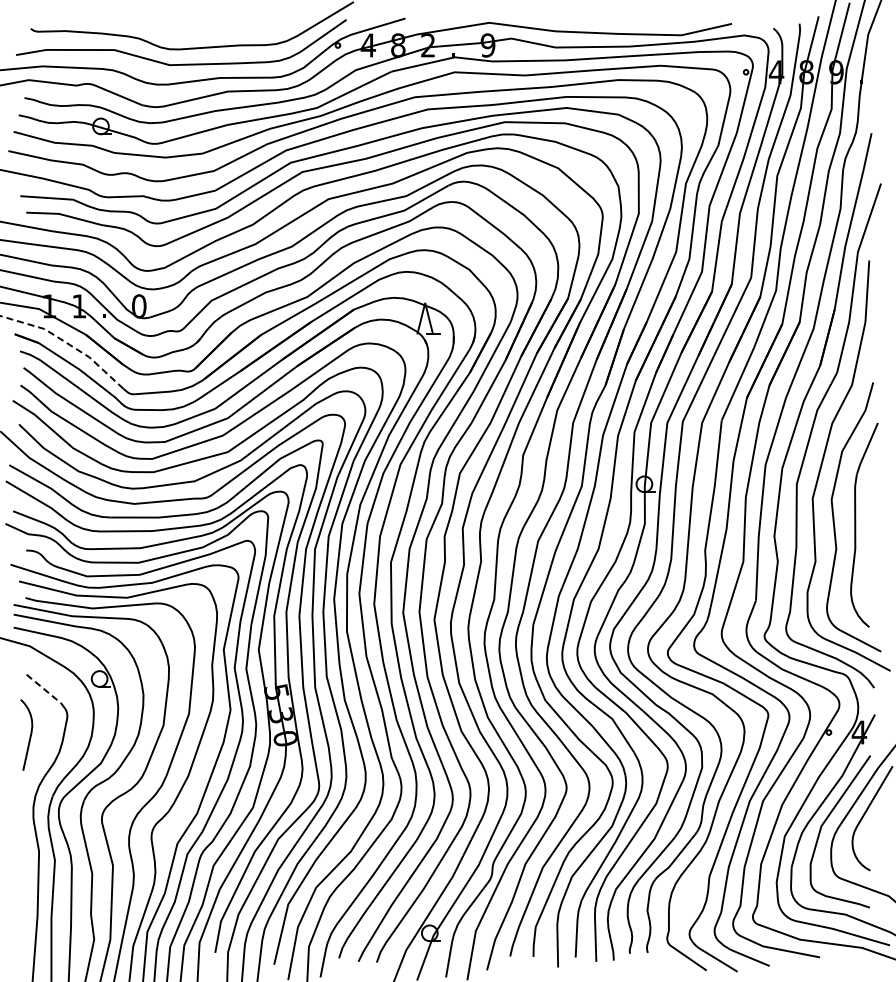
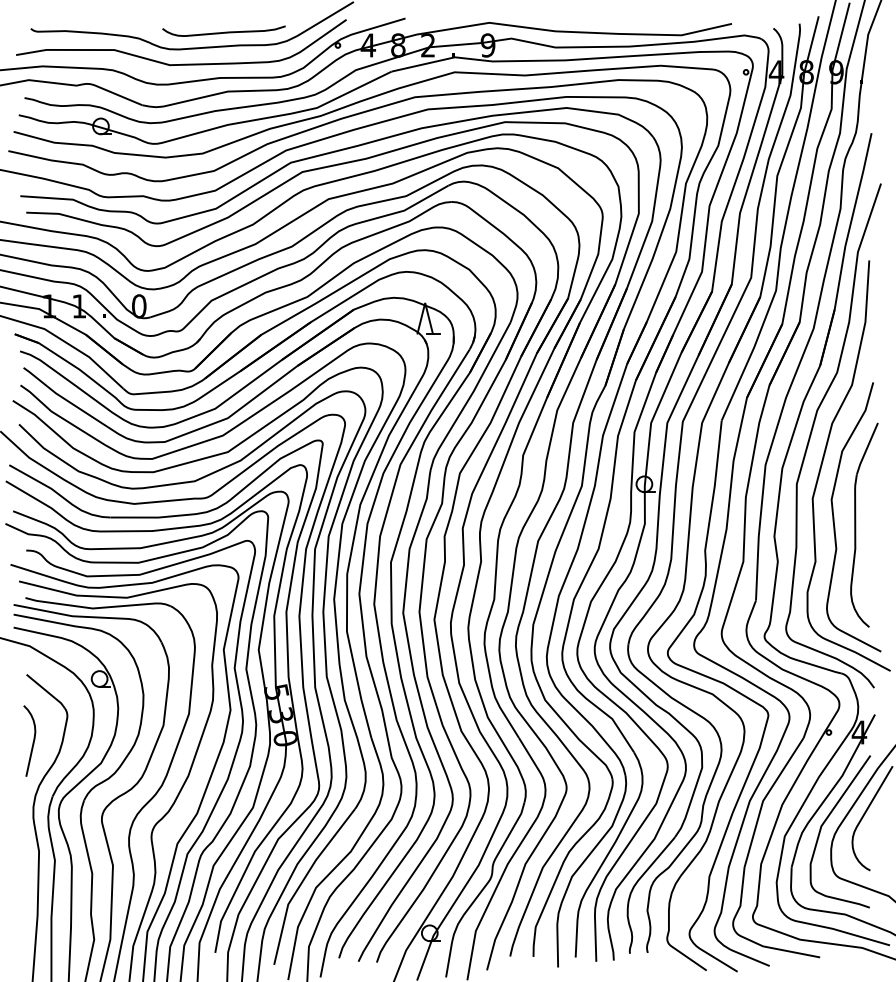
curve at (224, 31): none -> present
line at (67, 343): dashed -> solid
line at (47, 691): dashed -> solid
curve at (29, 736) position: (29, 736) -> (32, 742)
